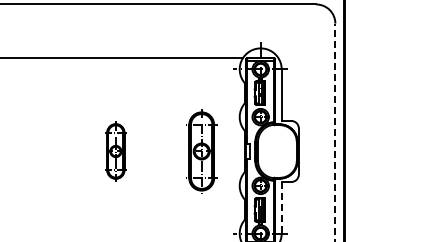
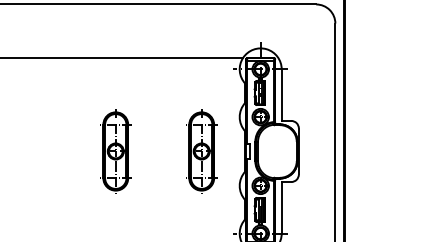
line at (335, 132): dashed -> solid
part at (115, 151) size: 22x61 px -> 32x85 px
line at (281, 207): dashed -> solid
